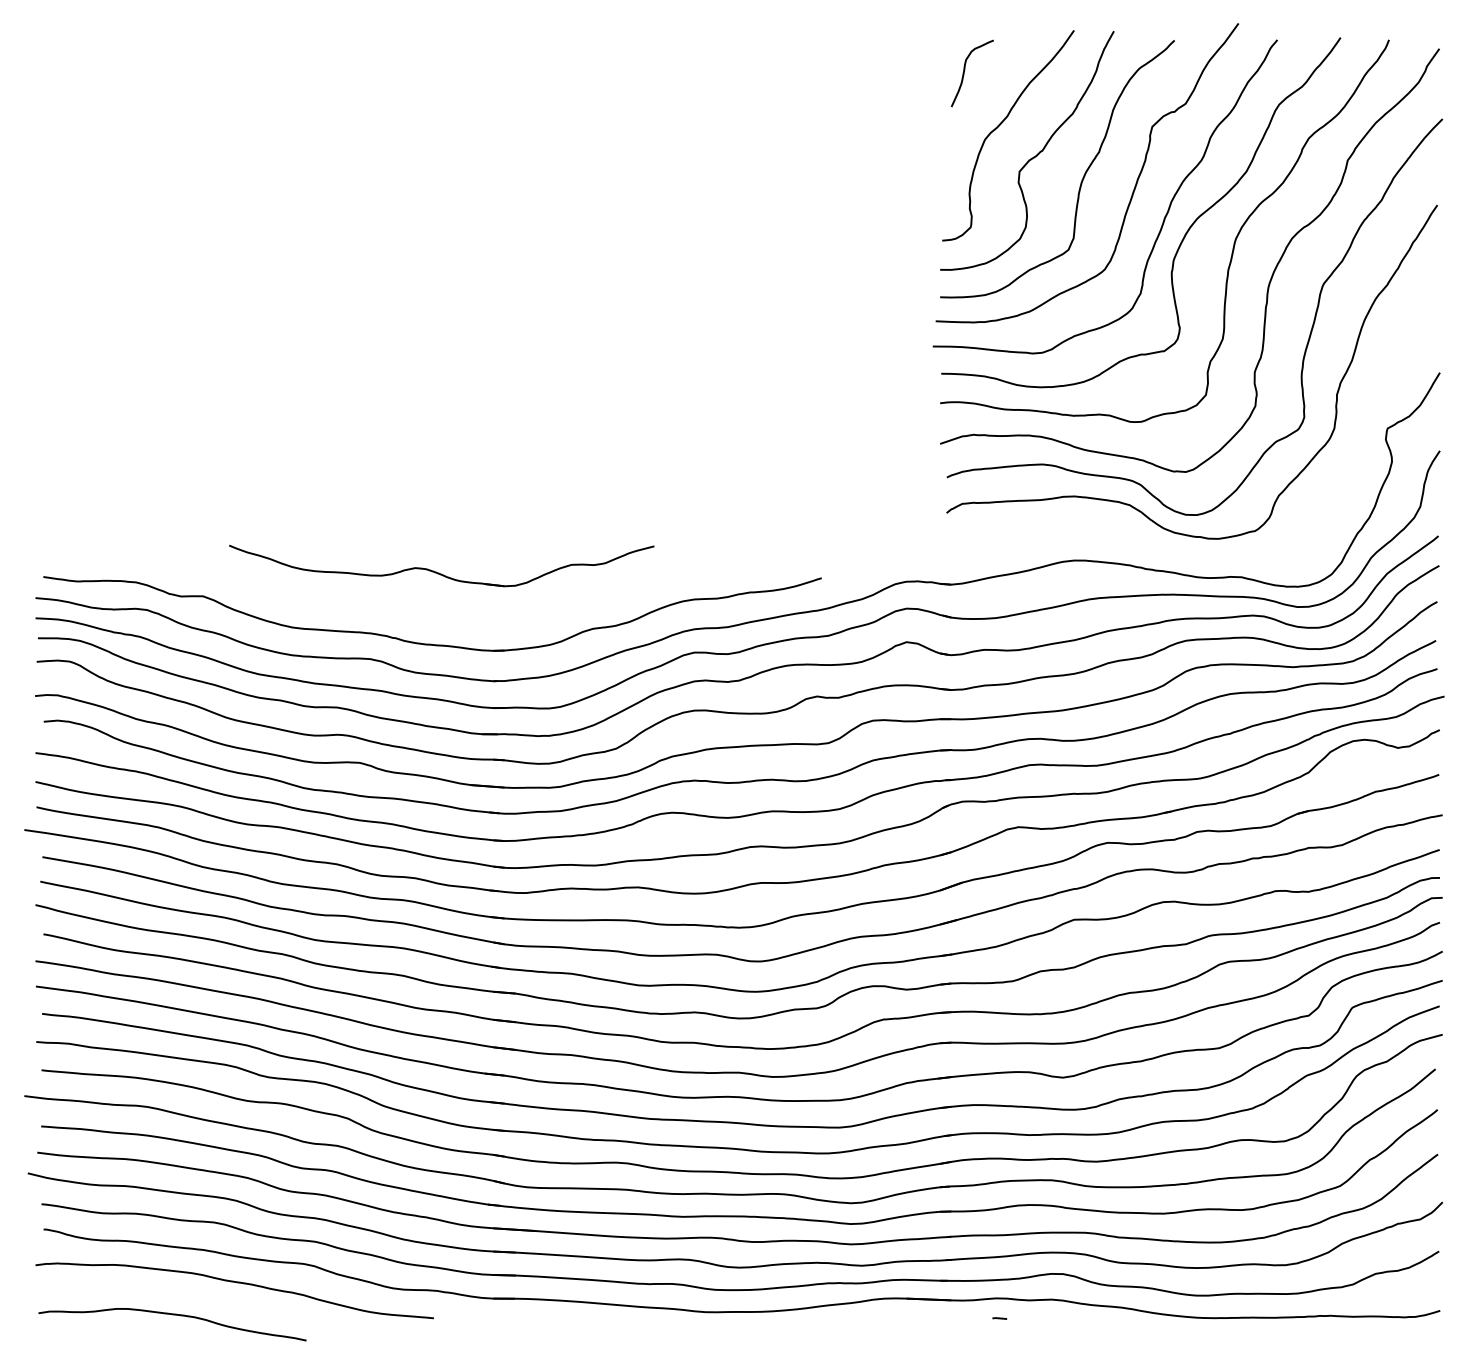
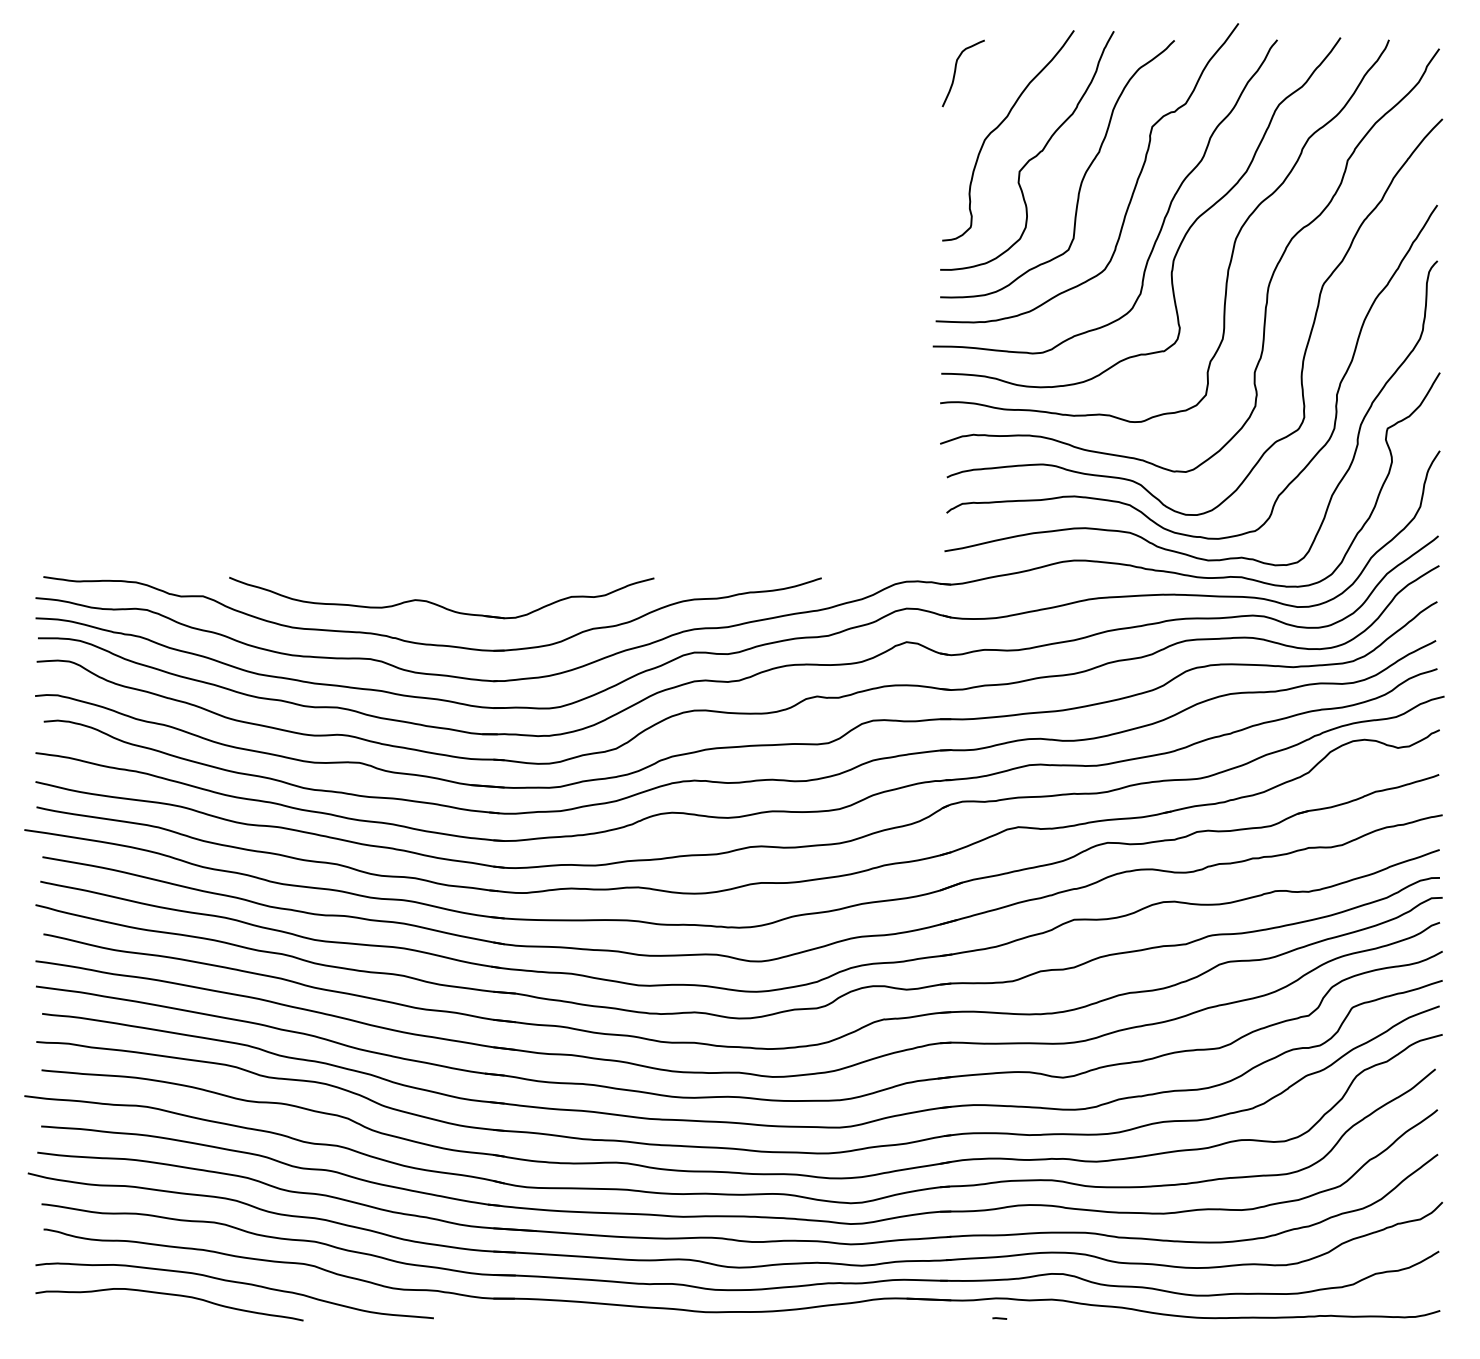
curve at (965, 70) position: (965, 70) -> (956, 70)
curve at (1135, 533): none -> present
part at (438, 572) position: (438, 572) -> (438, 604)
curve at (172, 1315) position: (172, 1315) -> (169, 1295)
